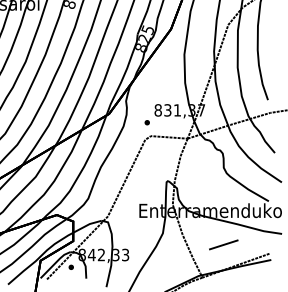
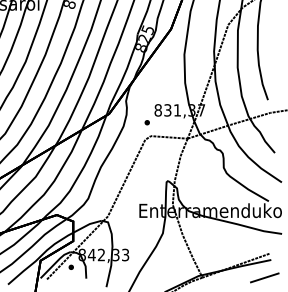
line at (223, 244) position: (223, 244) -> (264, 277)
